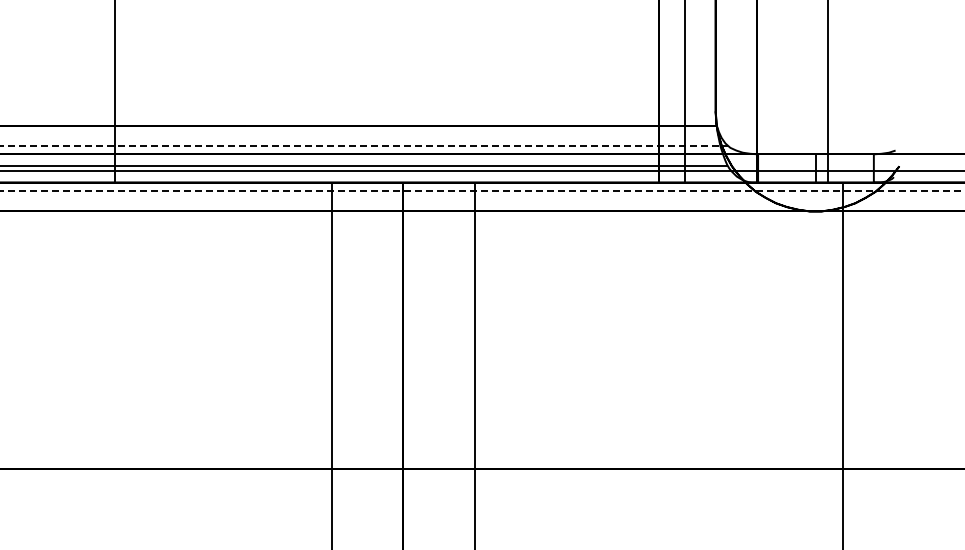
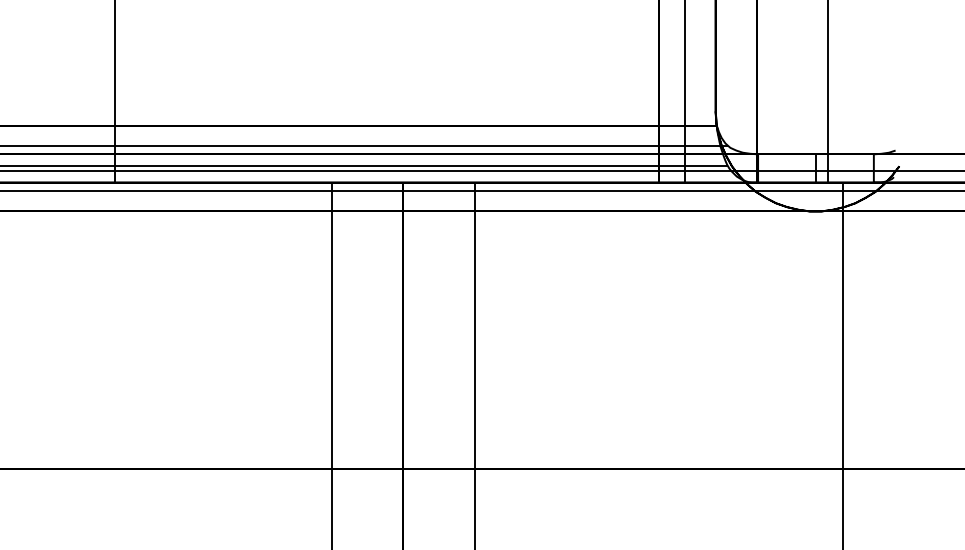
line at (364, 145): dashed -> solid
line at (483, 191): dashed -> solid
